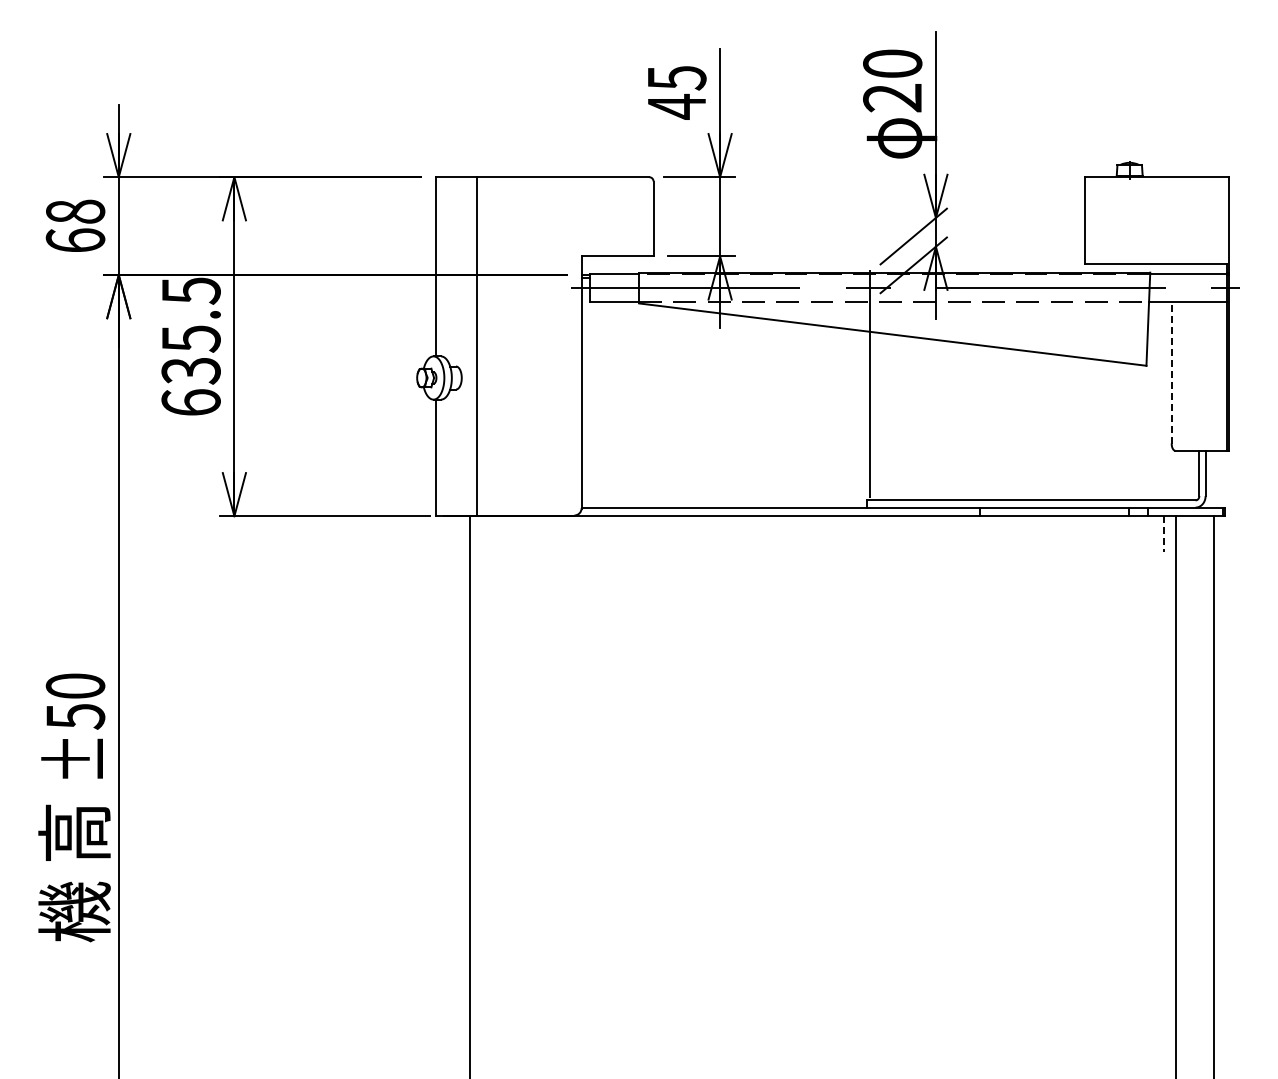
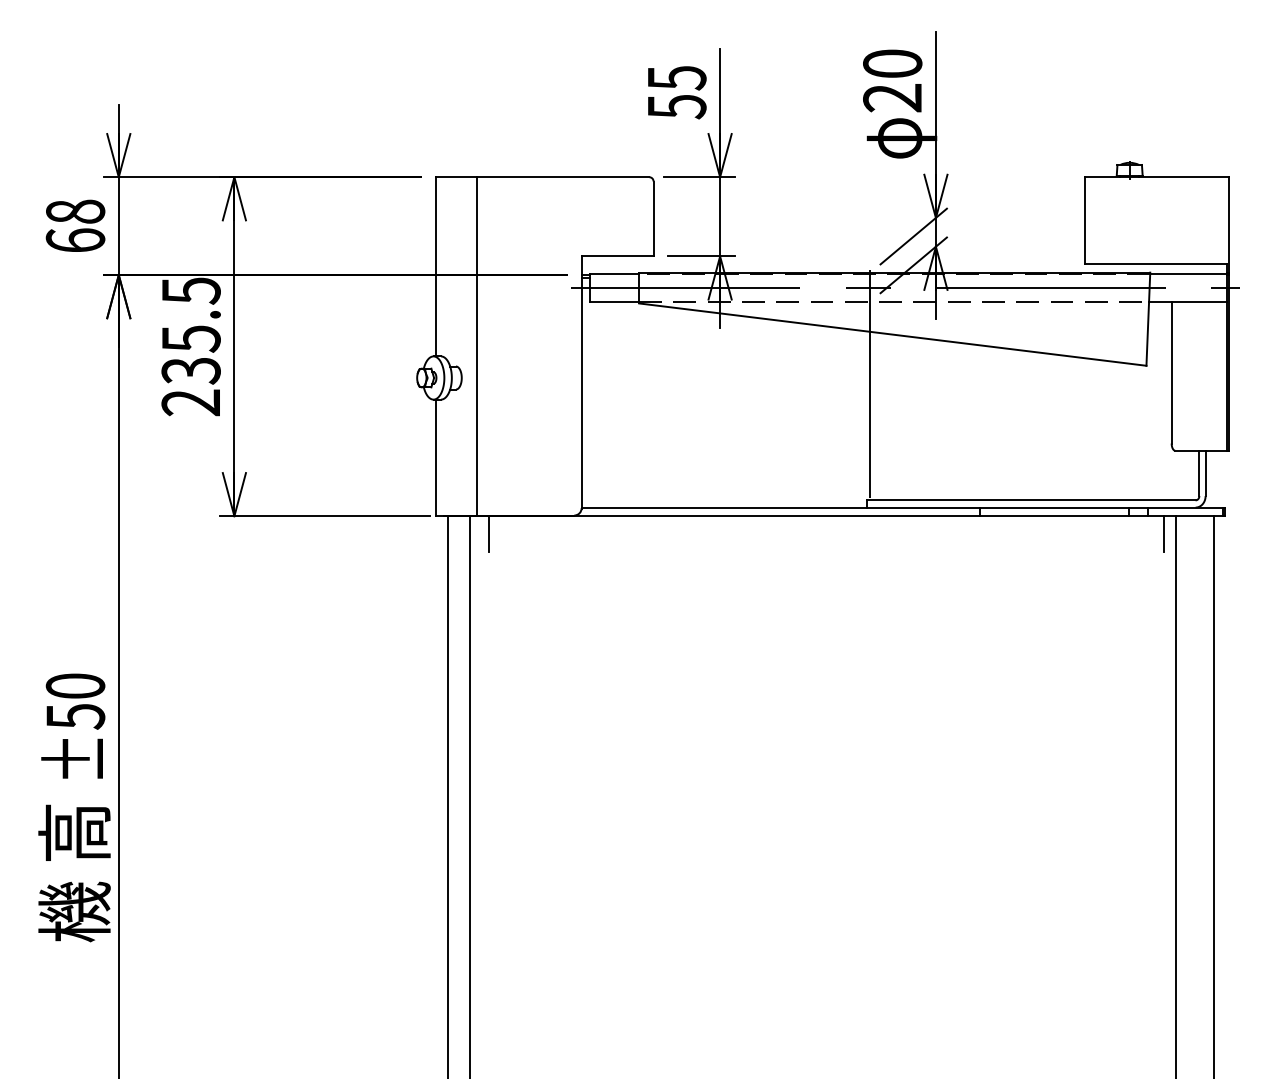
text at (677, 106): 45 -> 55
line at (1171, 372): dashed -> solid
text at (190, 402): 635.5 -> 235.5
line at (489, 534): none -> present
line at (1164, 534): dashed -> solid
line at (447, 795): none -> present
